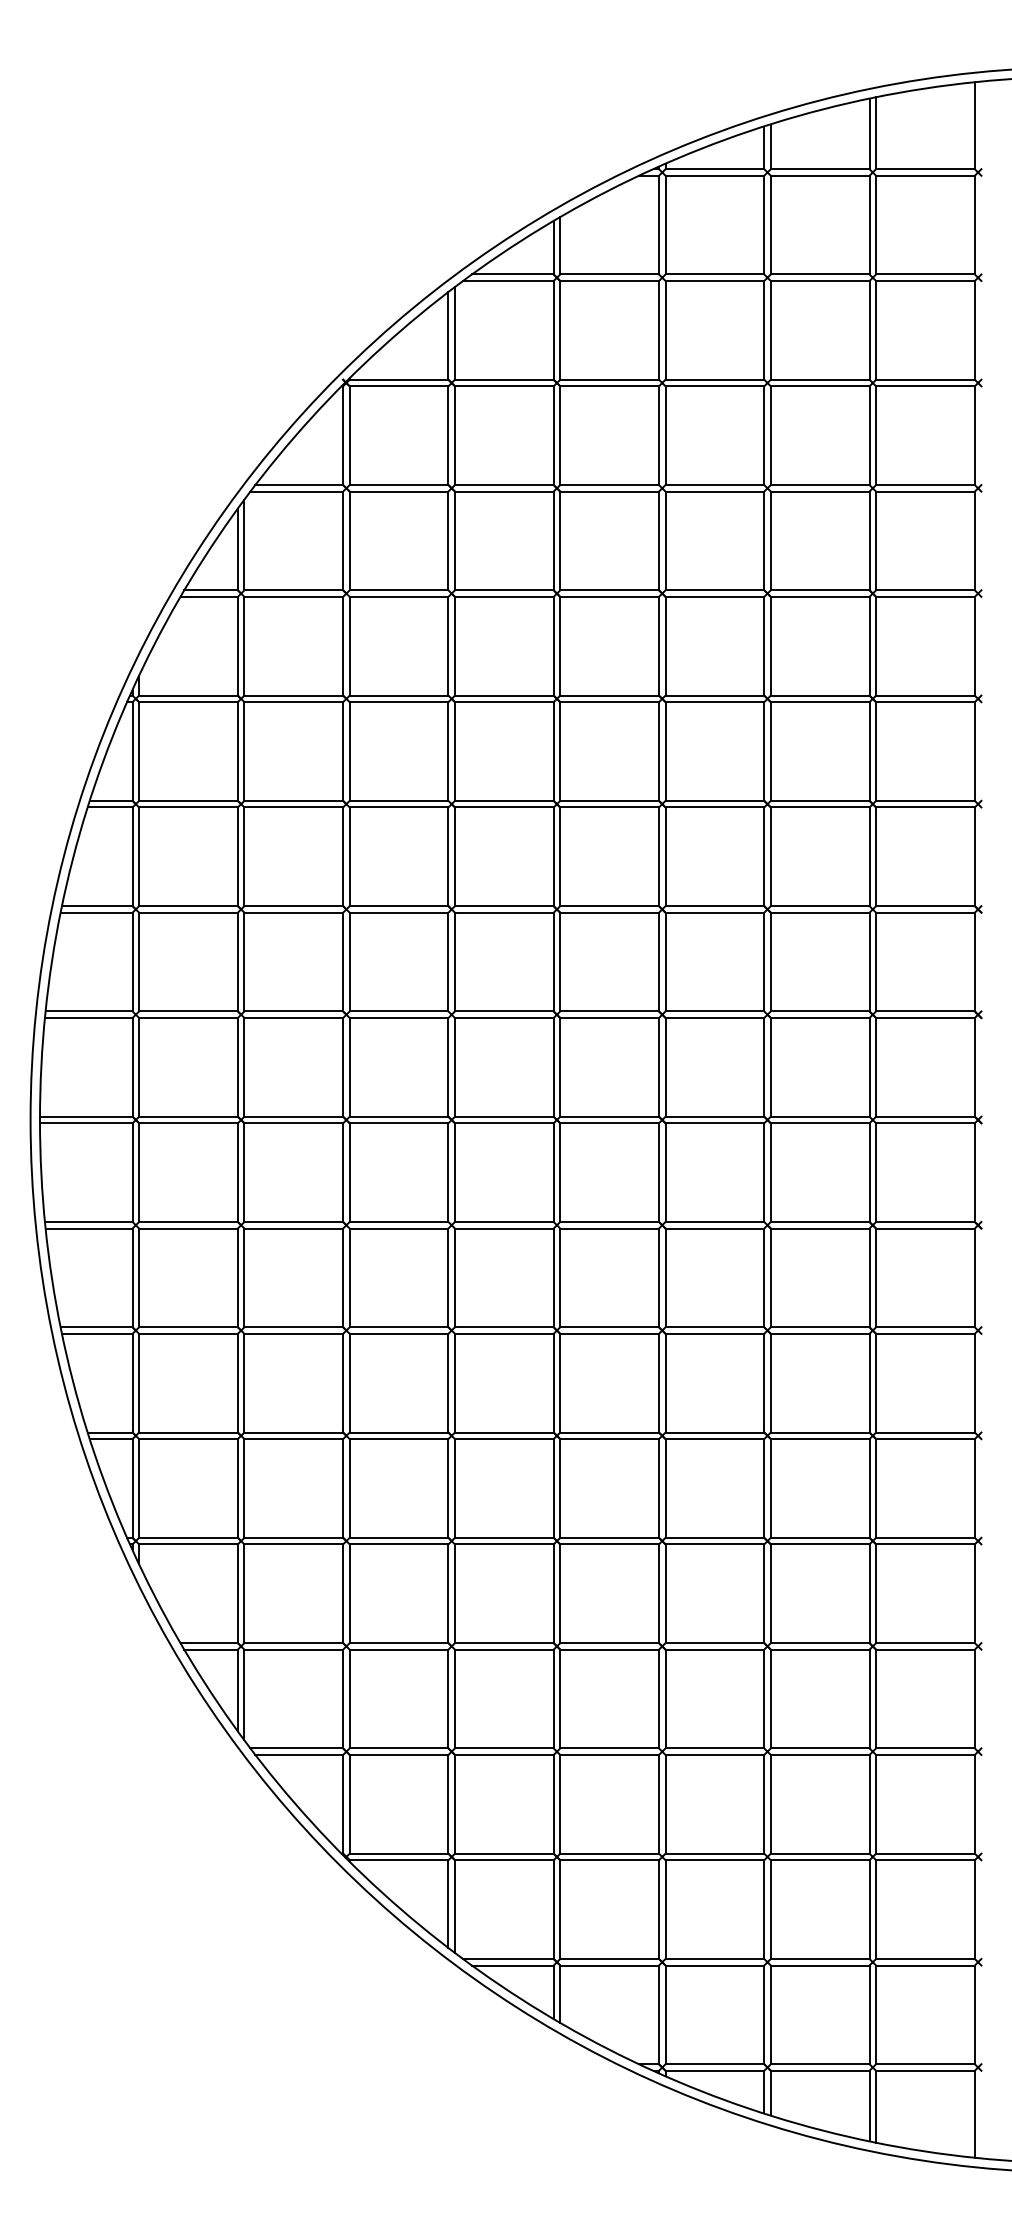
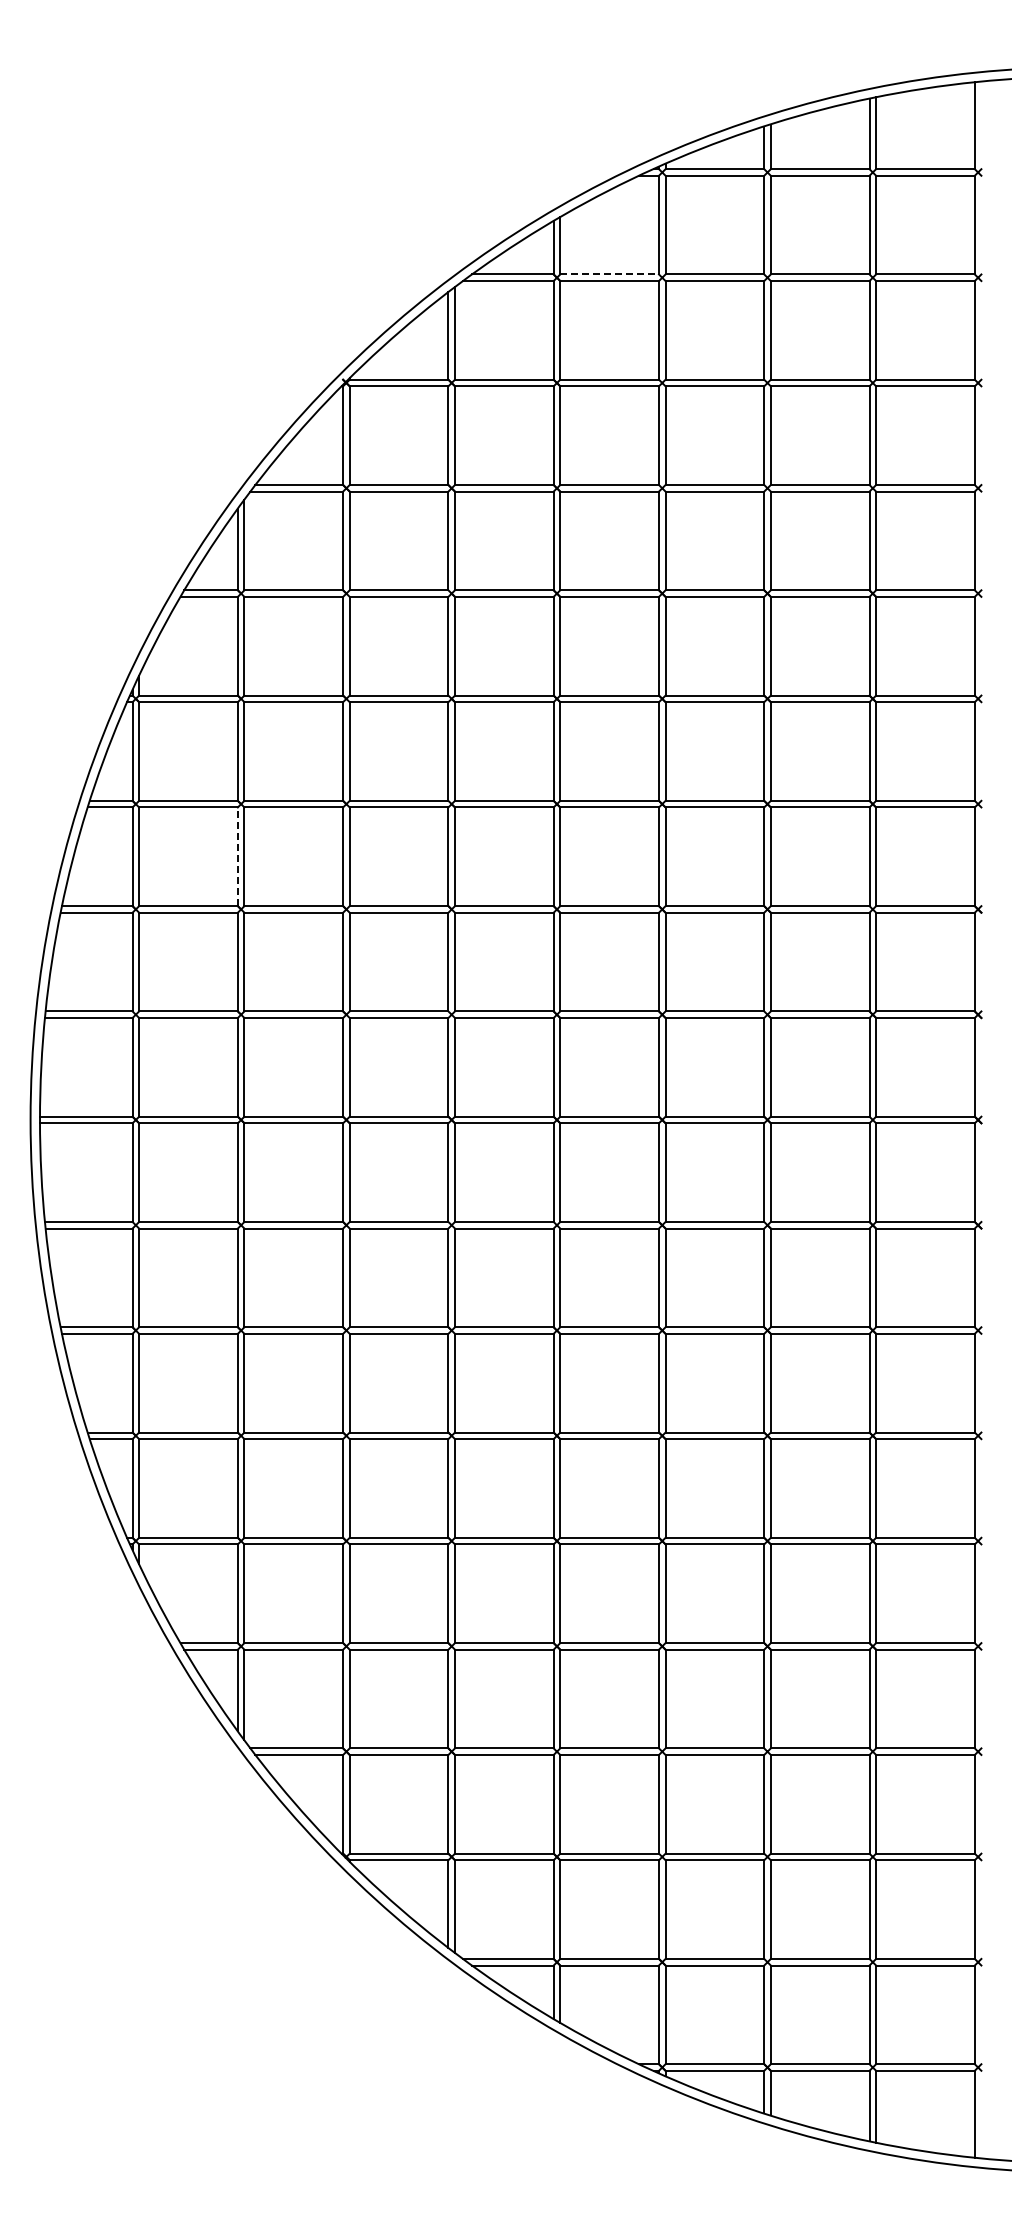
line at (610, 274): solid -> dashed
line at (237, 856): solid -> dashed
